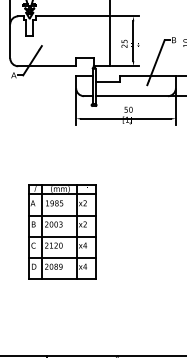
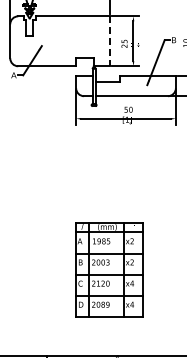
line at (110, 41): solid -> dashed
part at (62, 231) position: (62, 231) -> (109, 269)
